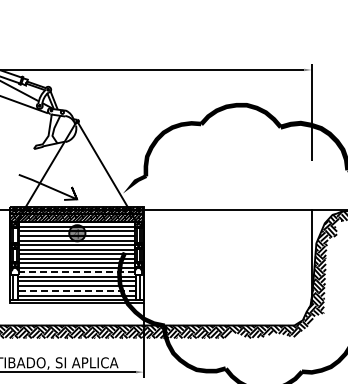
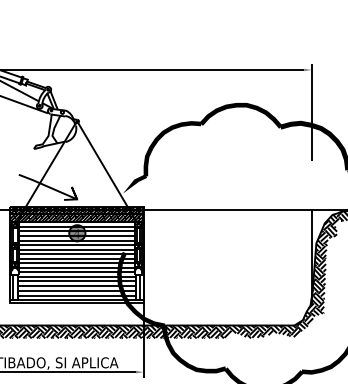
line at (76, 272): dashed -> solid
line at (76, 291): dashed -> solid
